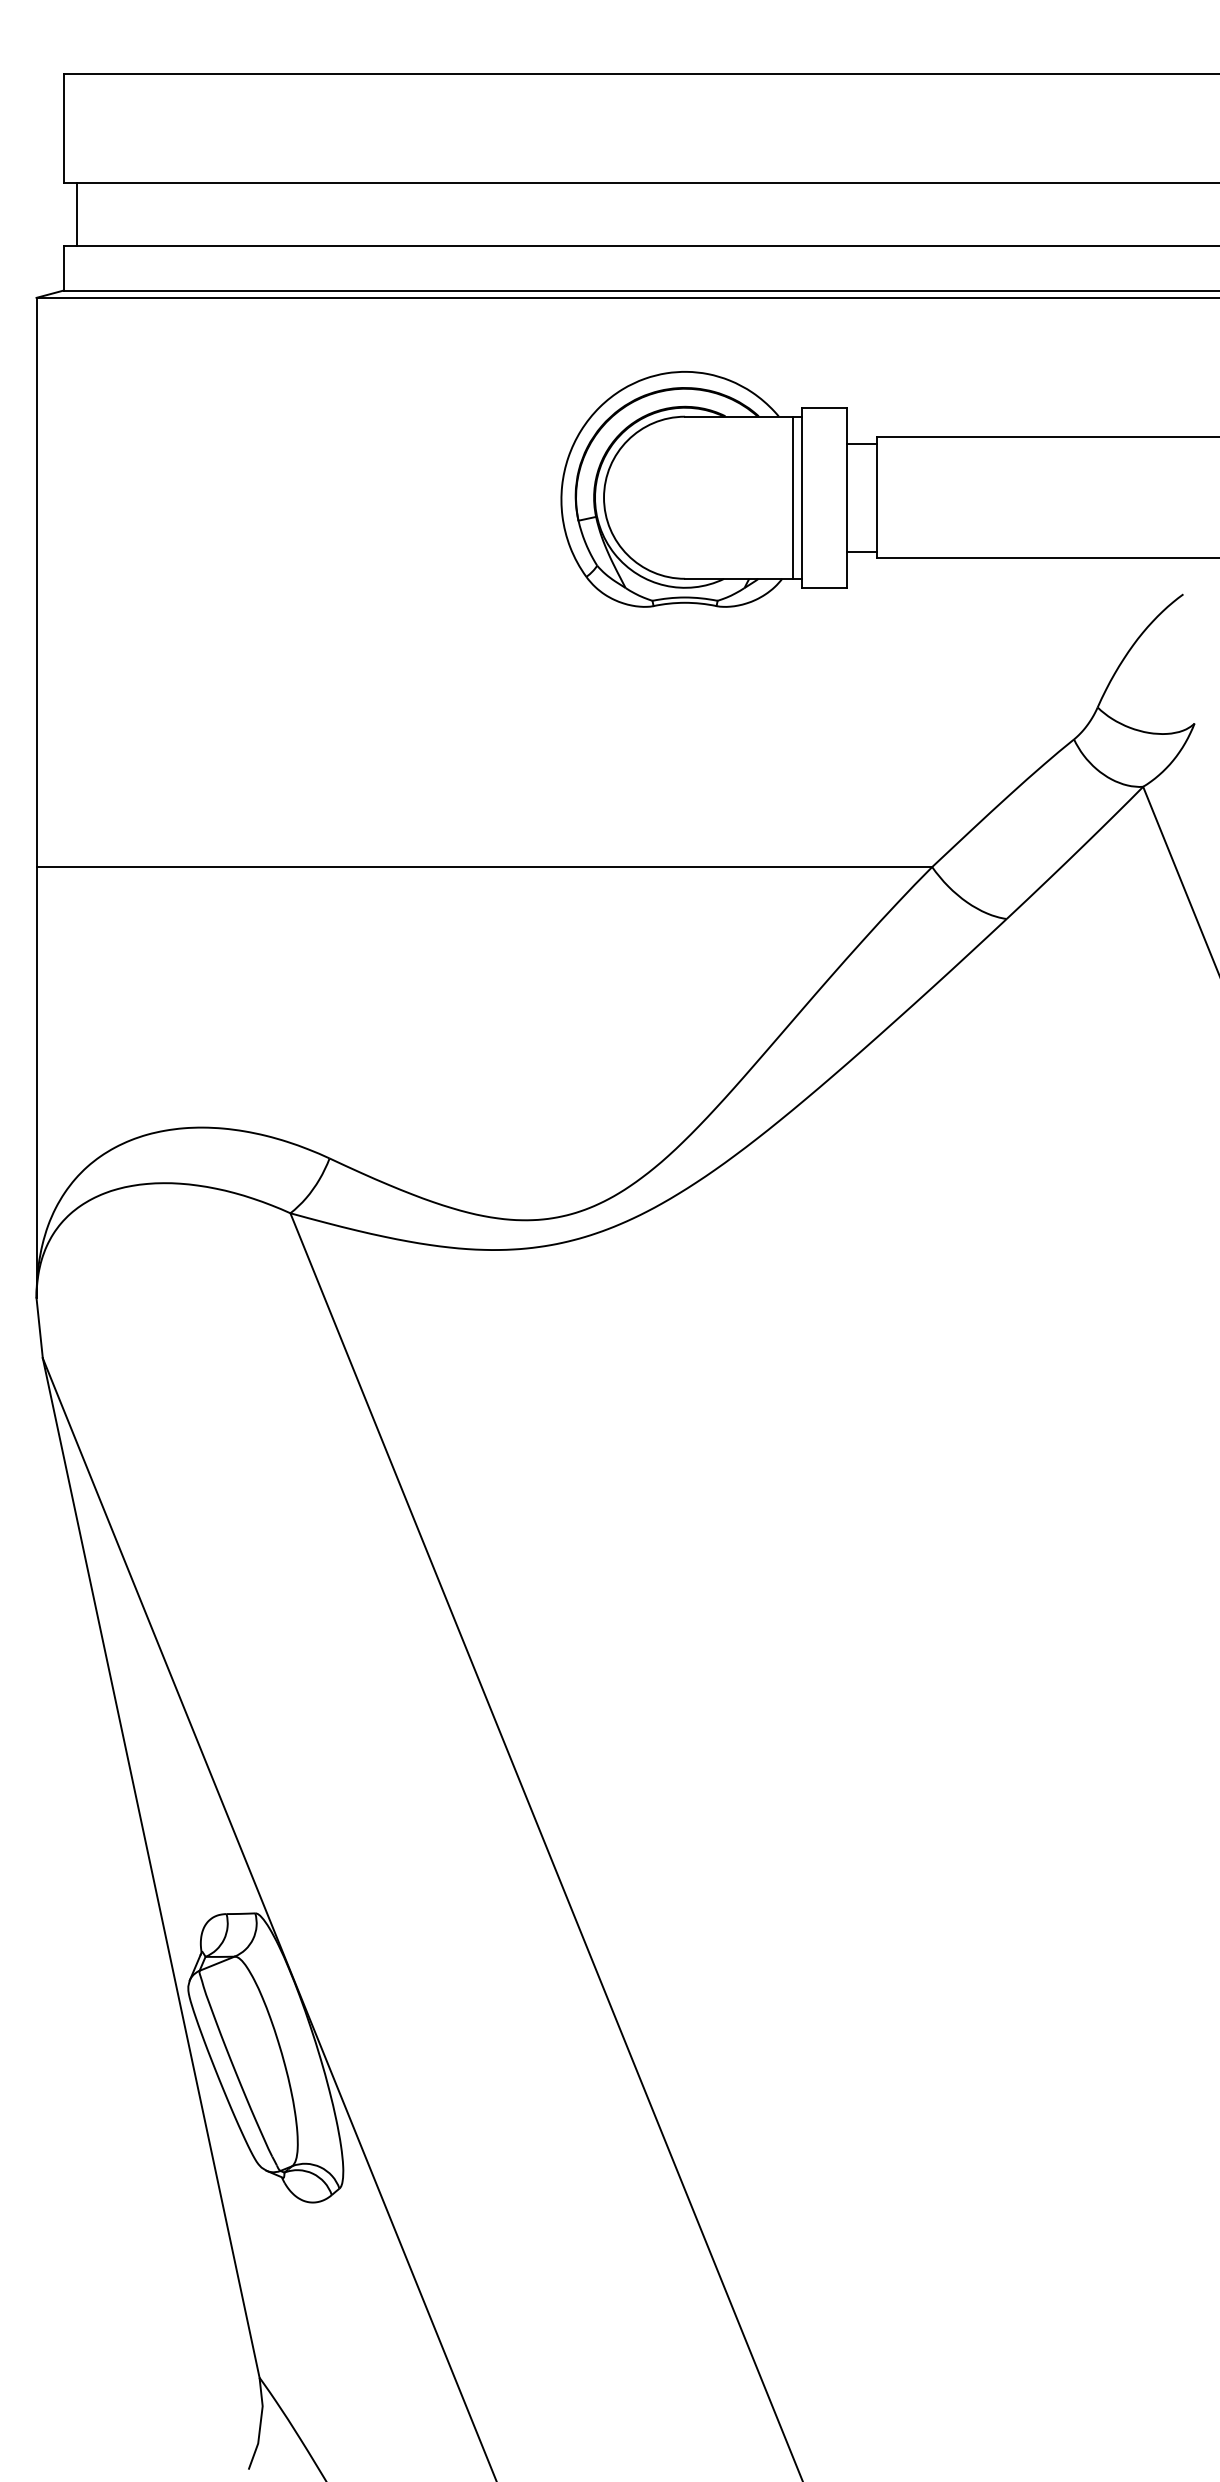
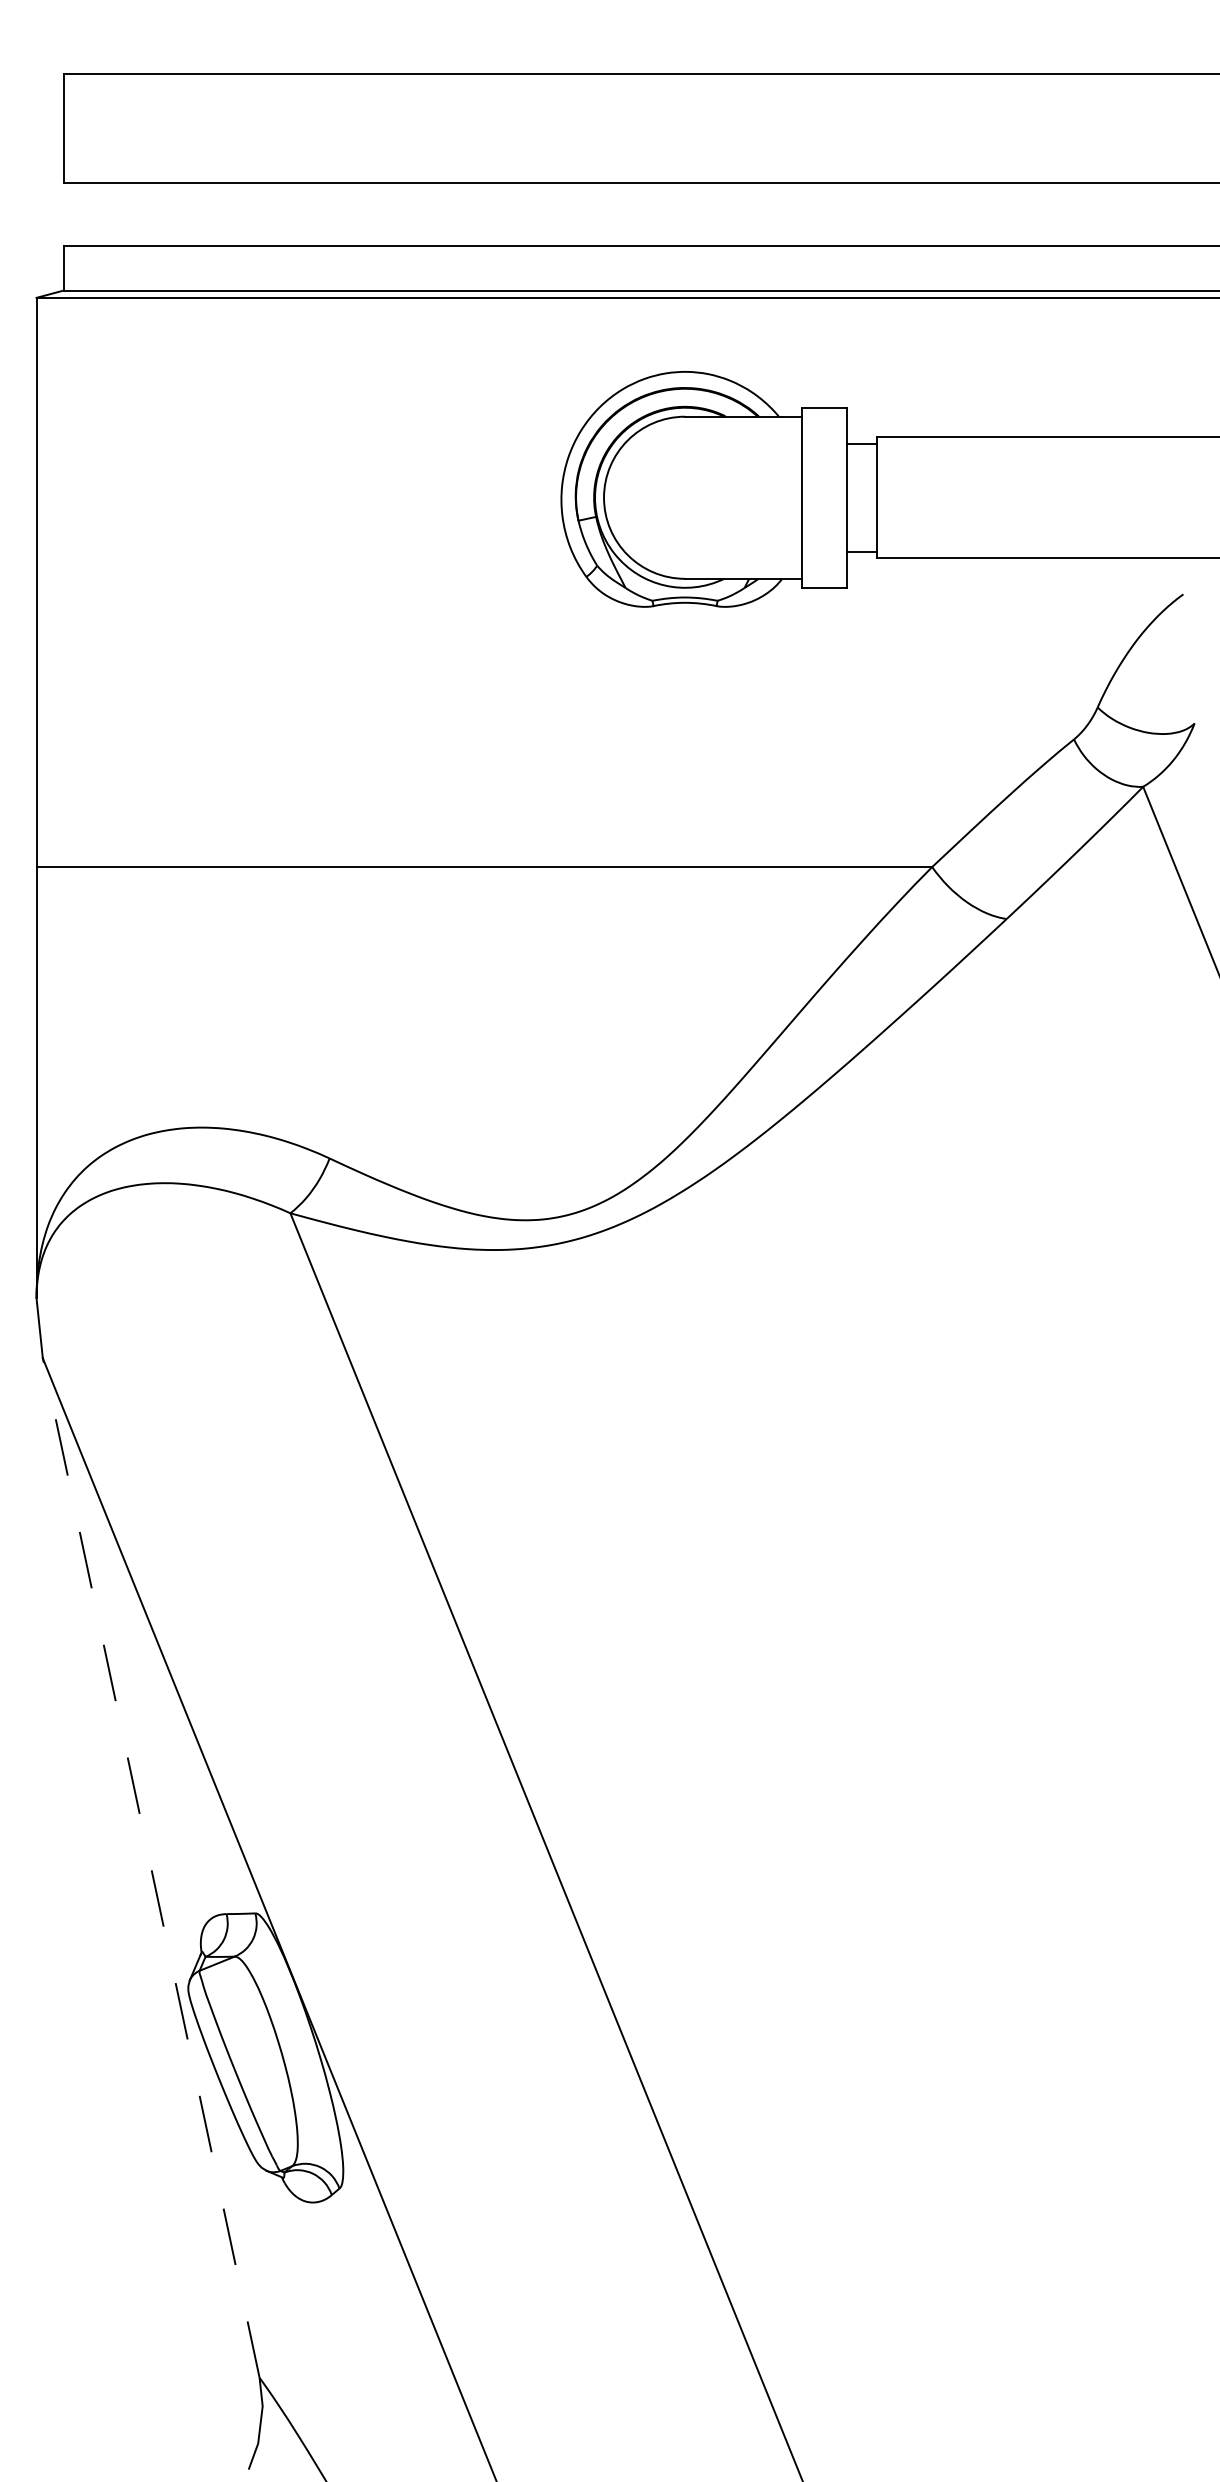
line at (76, 213): present -> none
line at (793, 497): present -> none
line at (151, 1867): solid -> dashed
